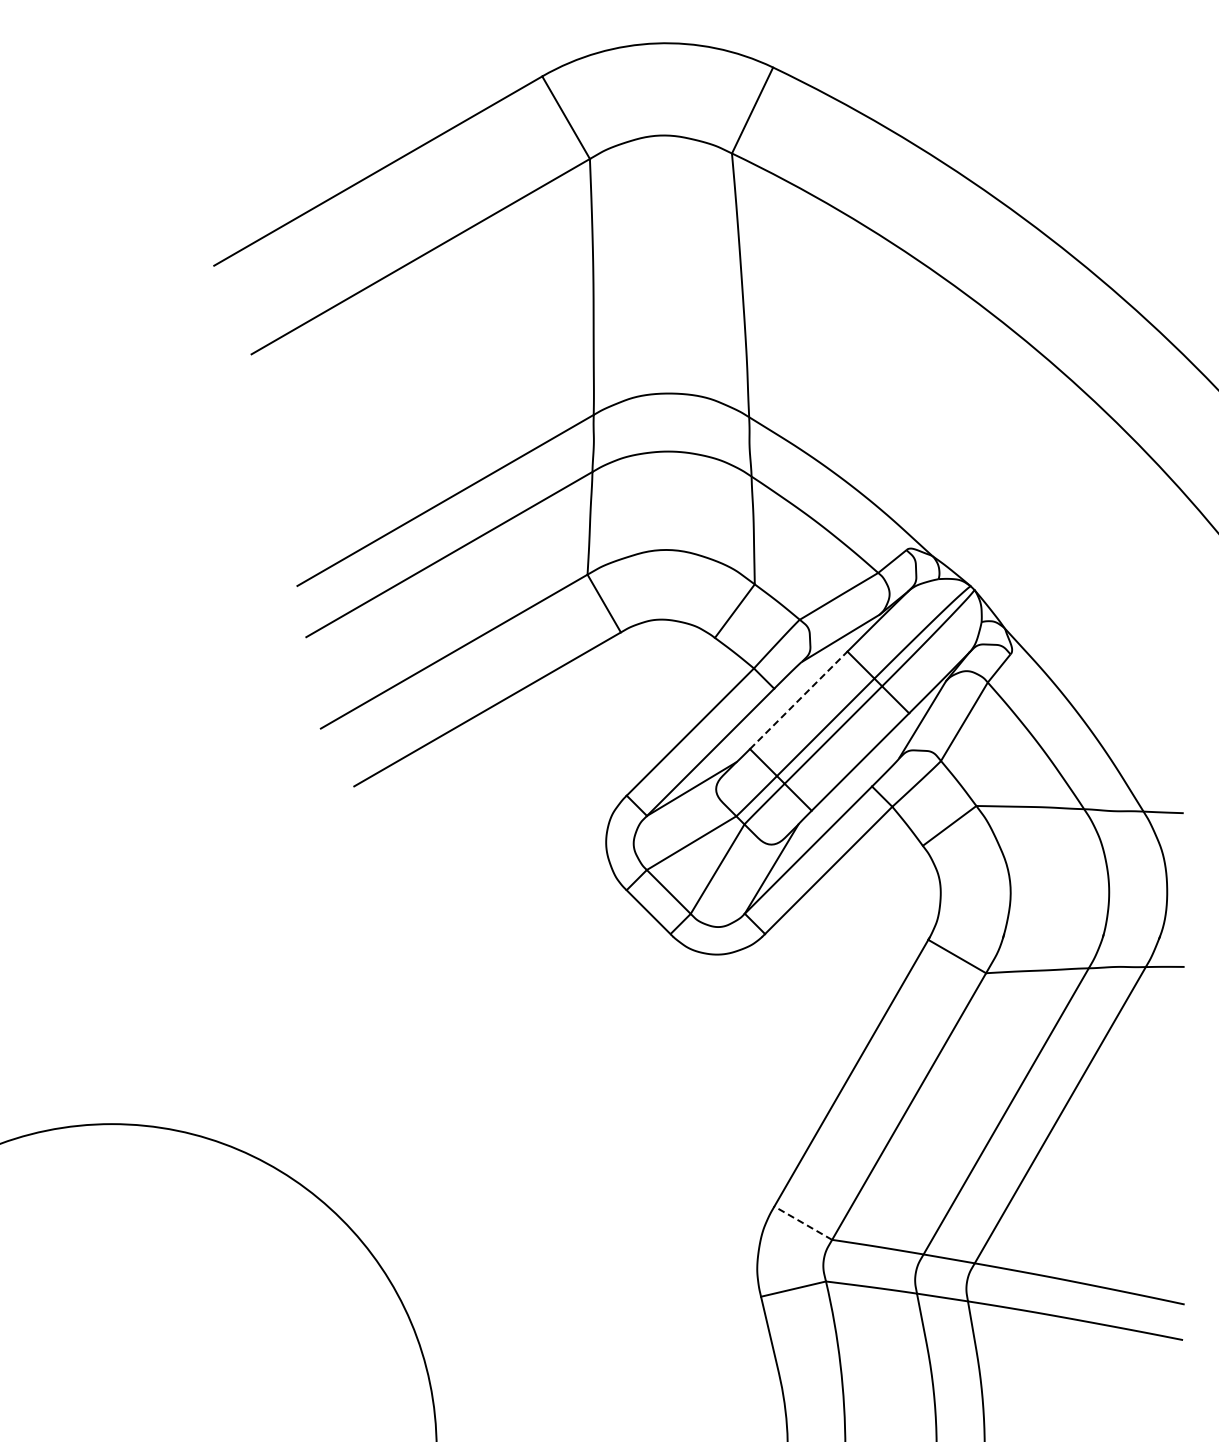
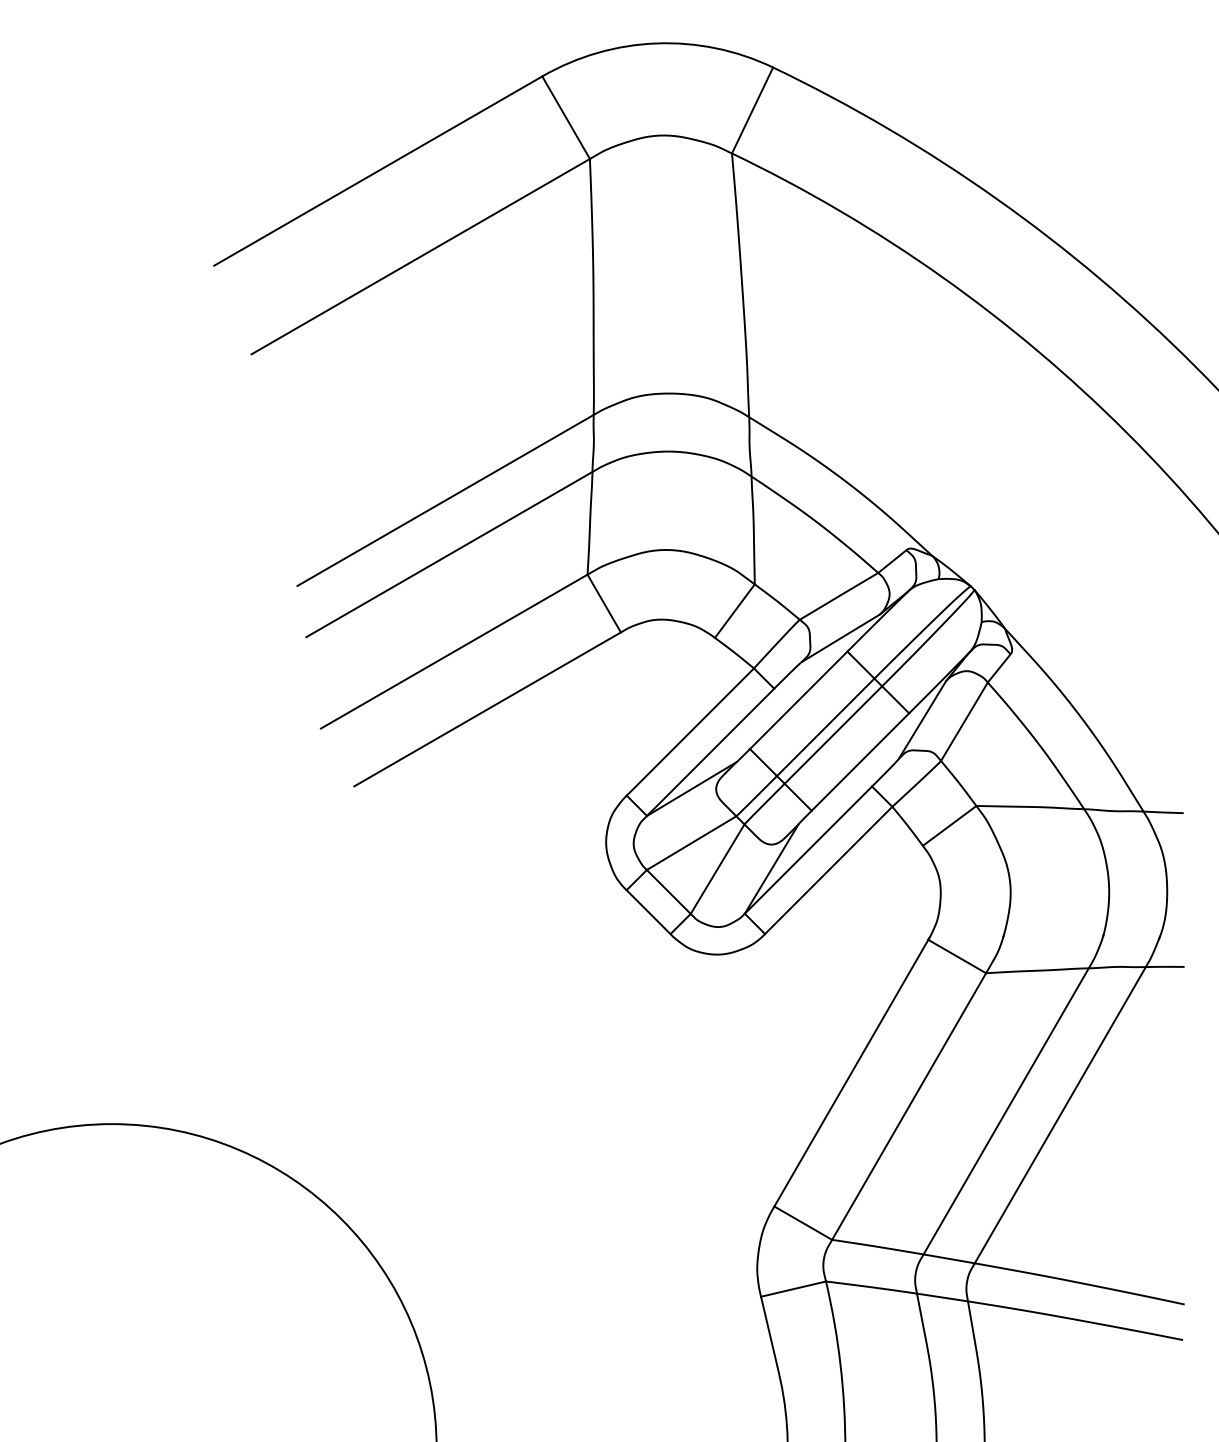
line at (798, 700): dashed -> solid
line at (802, 1222): dashed -> solid
